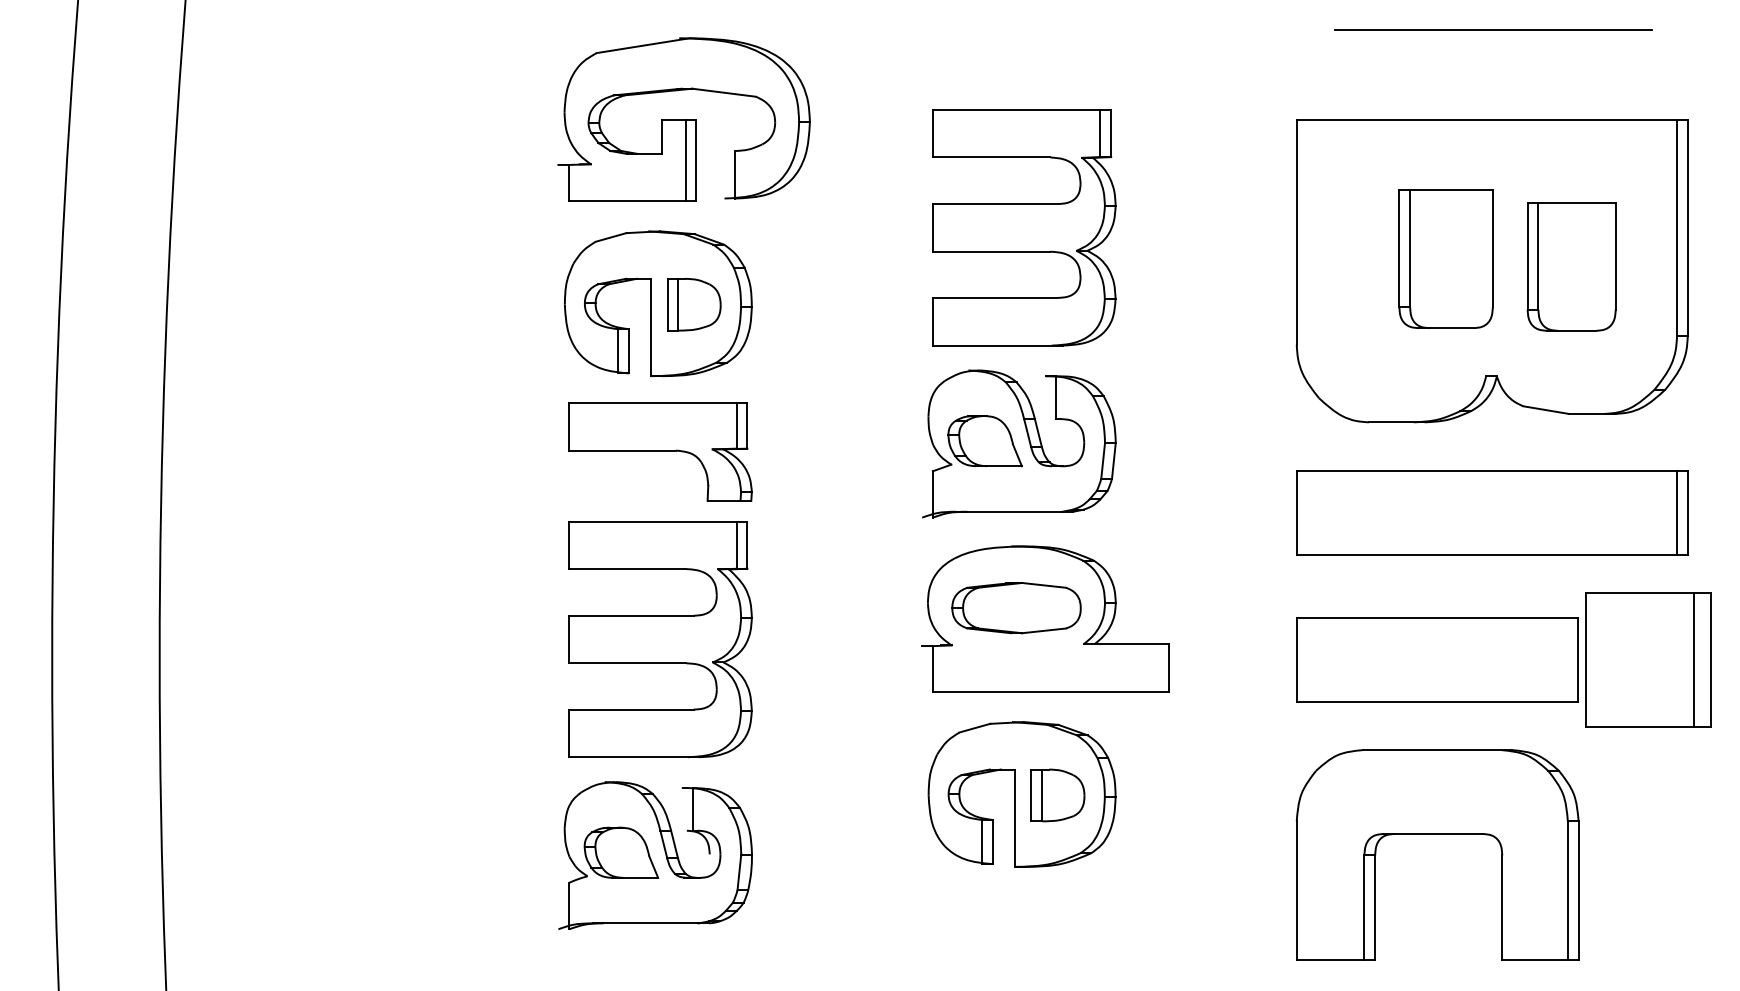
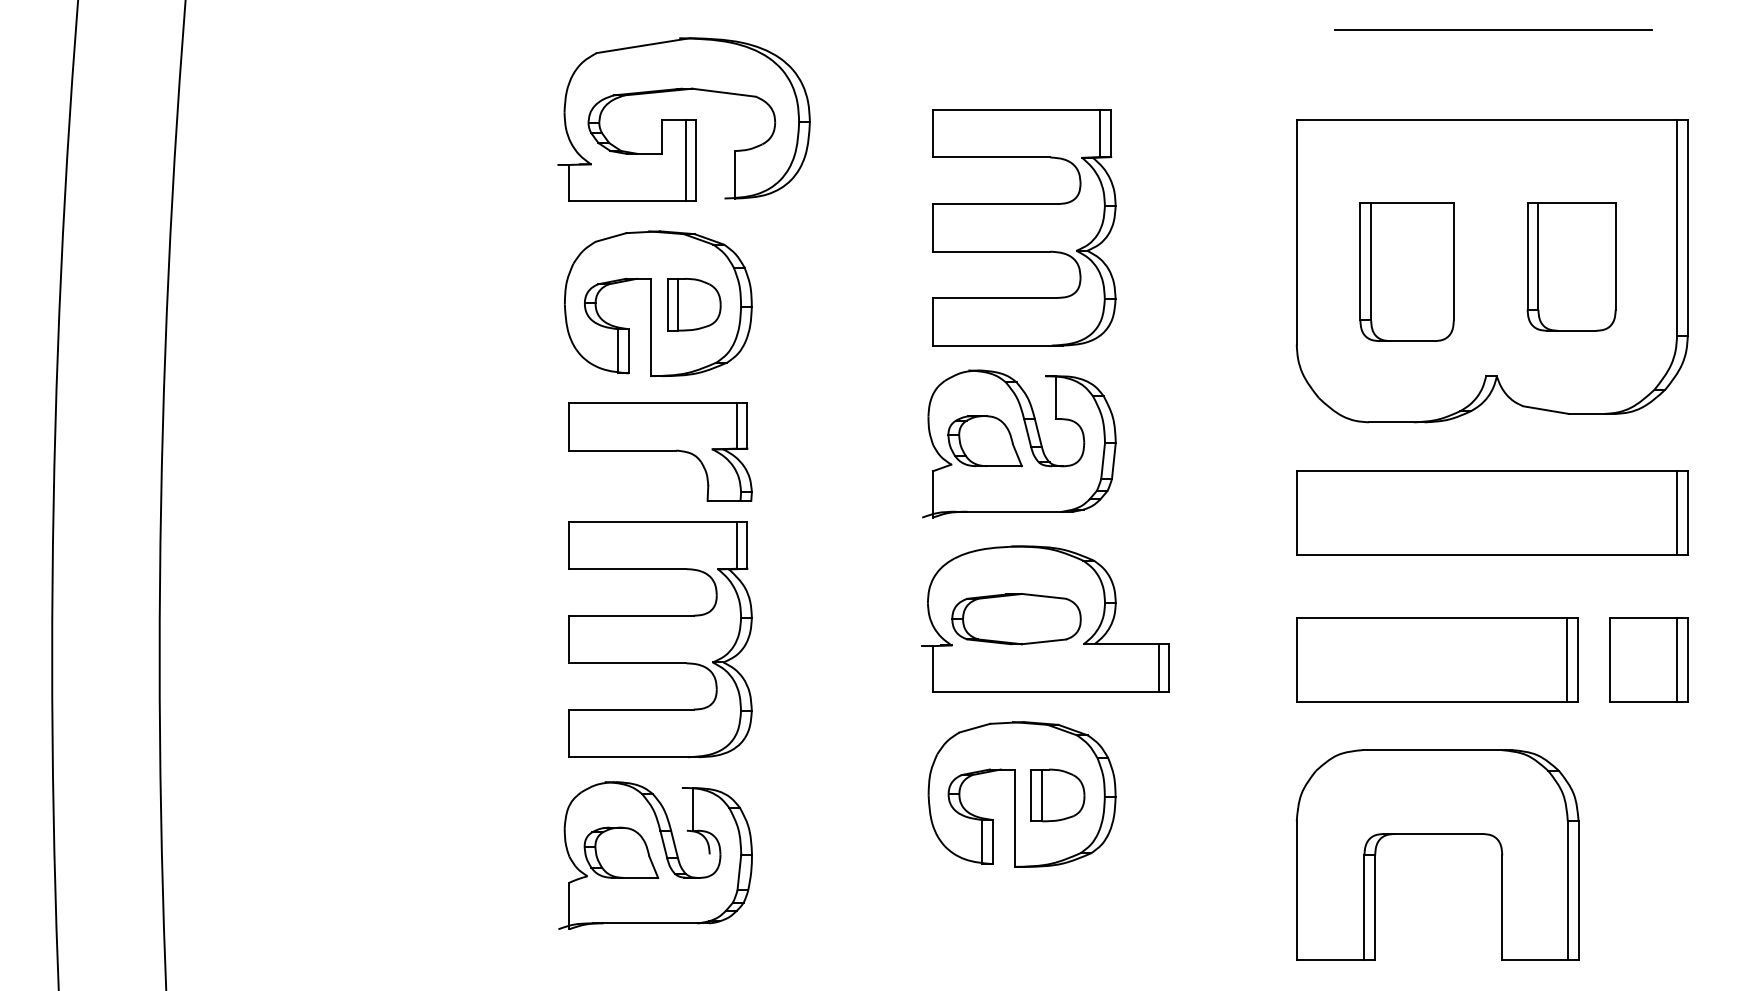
part at (1445, 258) position: (1445, 258) -> (1406, 271)
part at (1016, 608) position: (1016, 608) -> (1016, 619)
line at (1567, 659): none -> present
part at (1648, 659) size: 127x136 px -> 80x86 px
line at (1158, 667): none -> present
